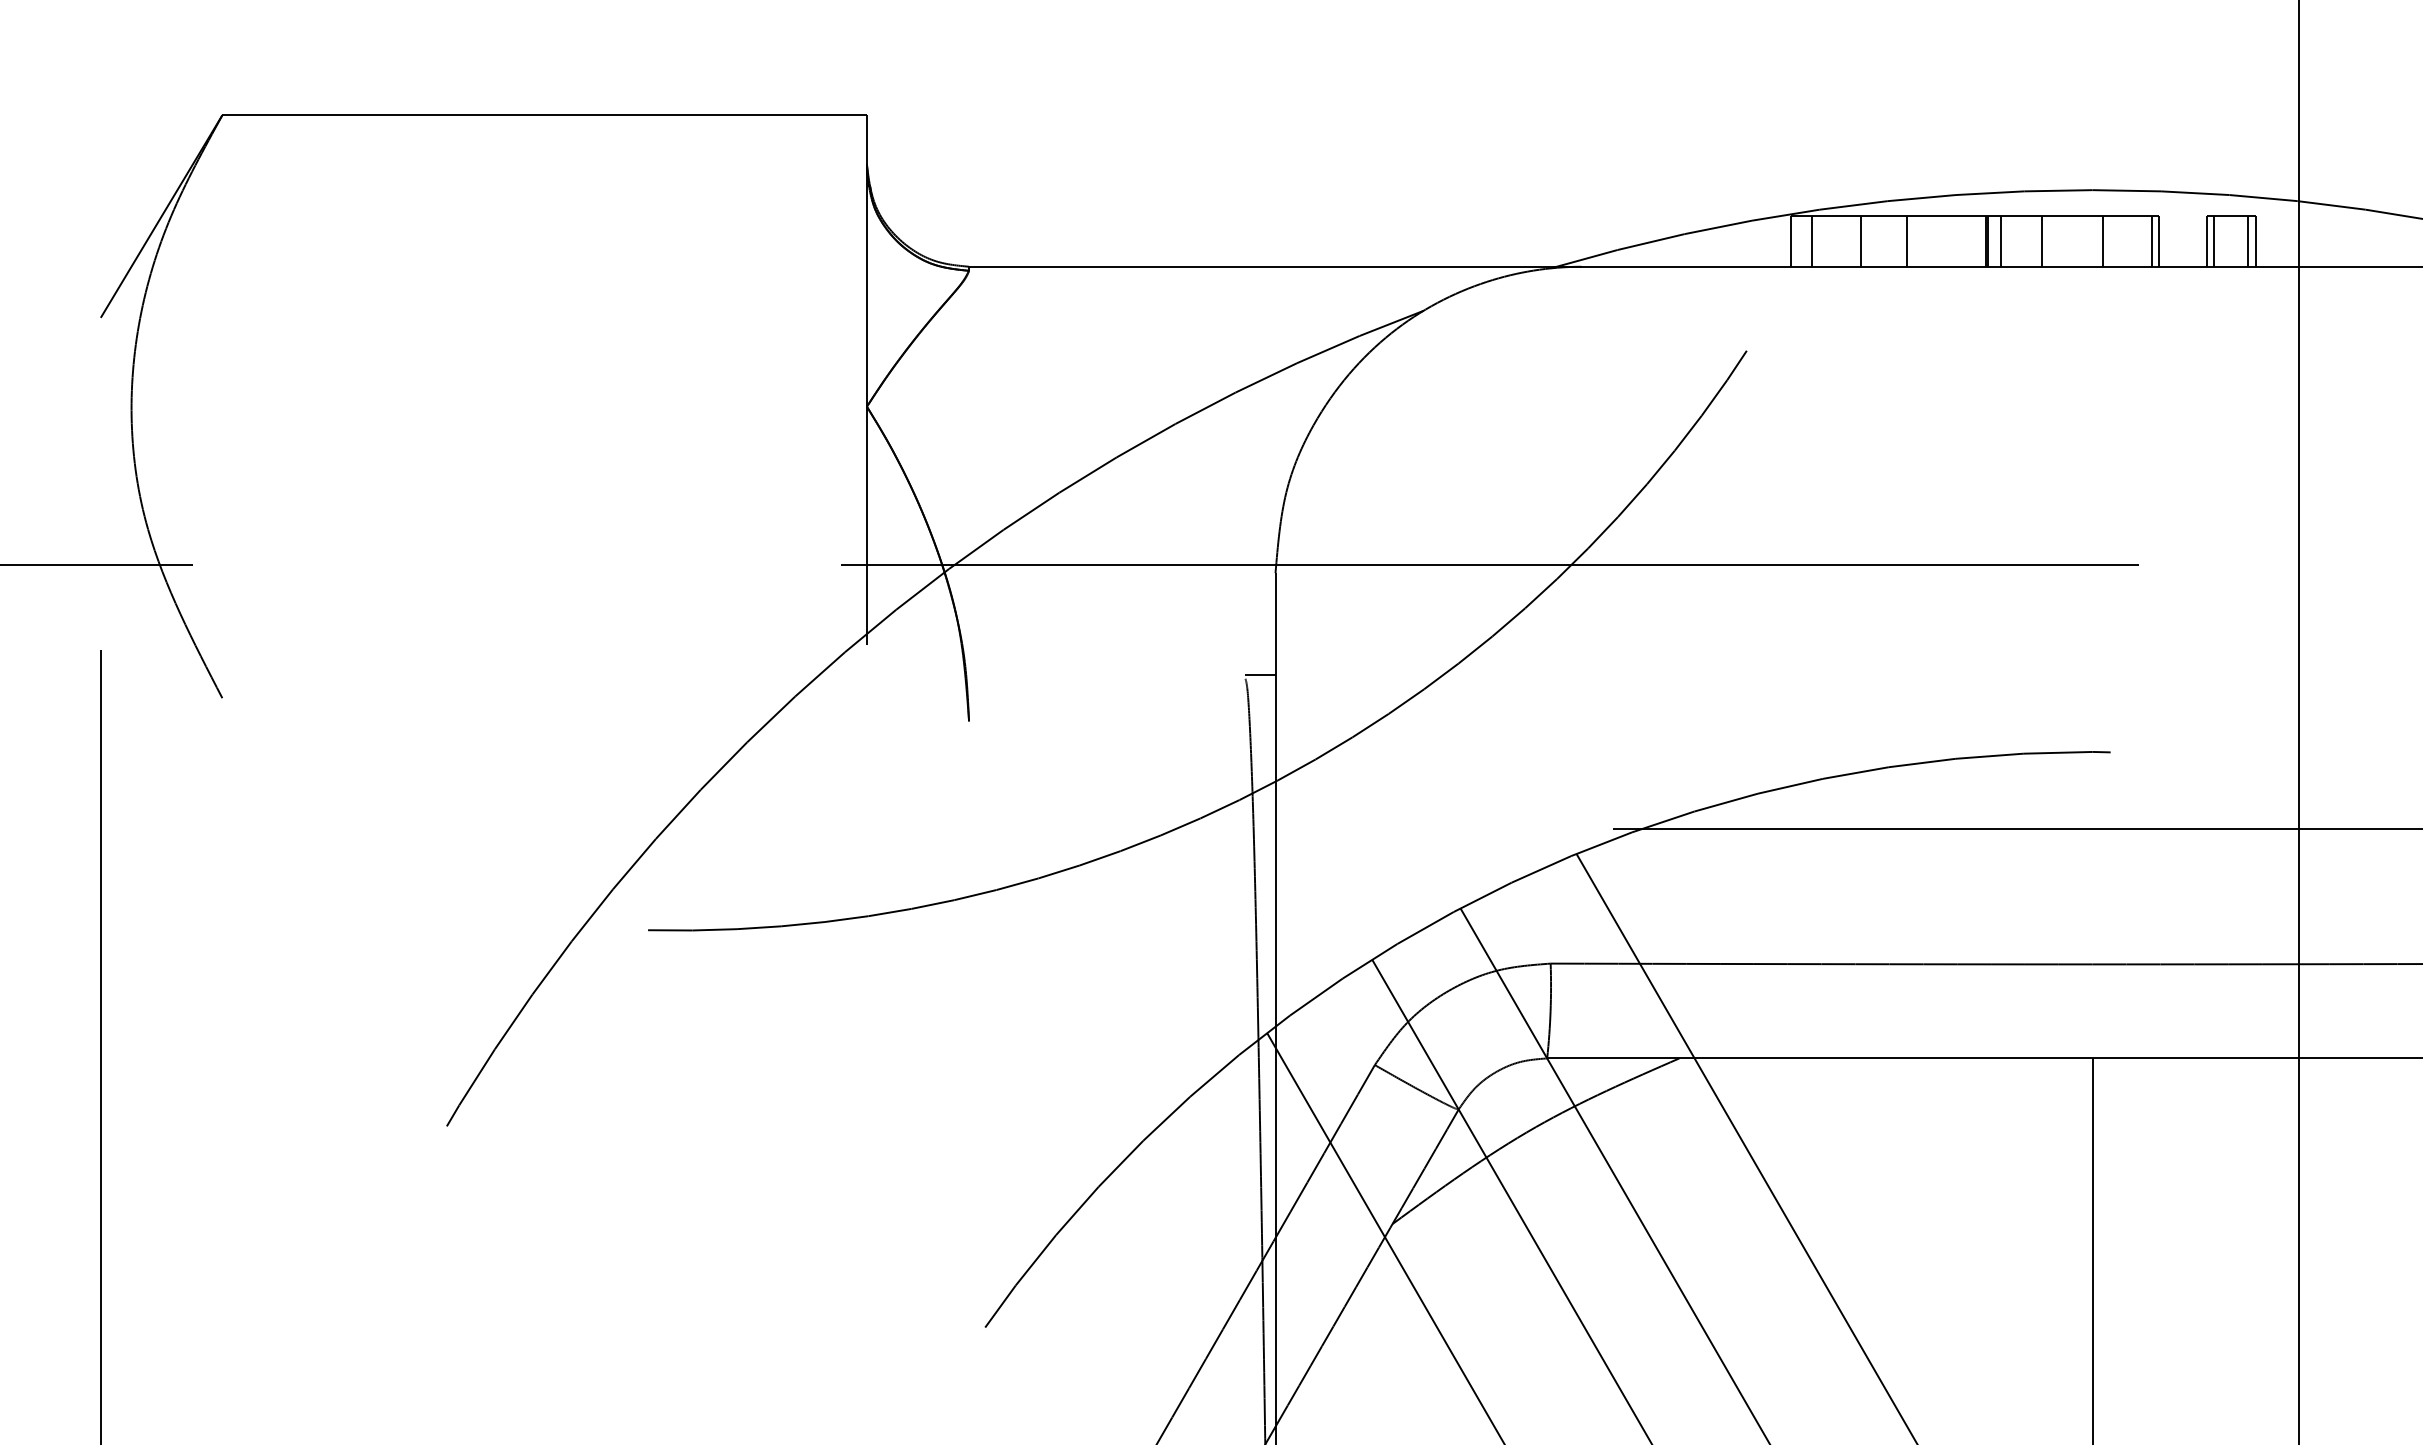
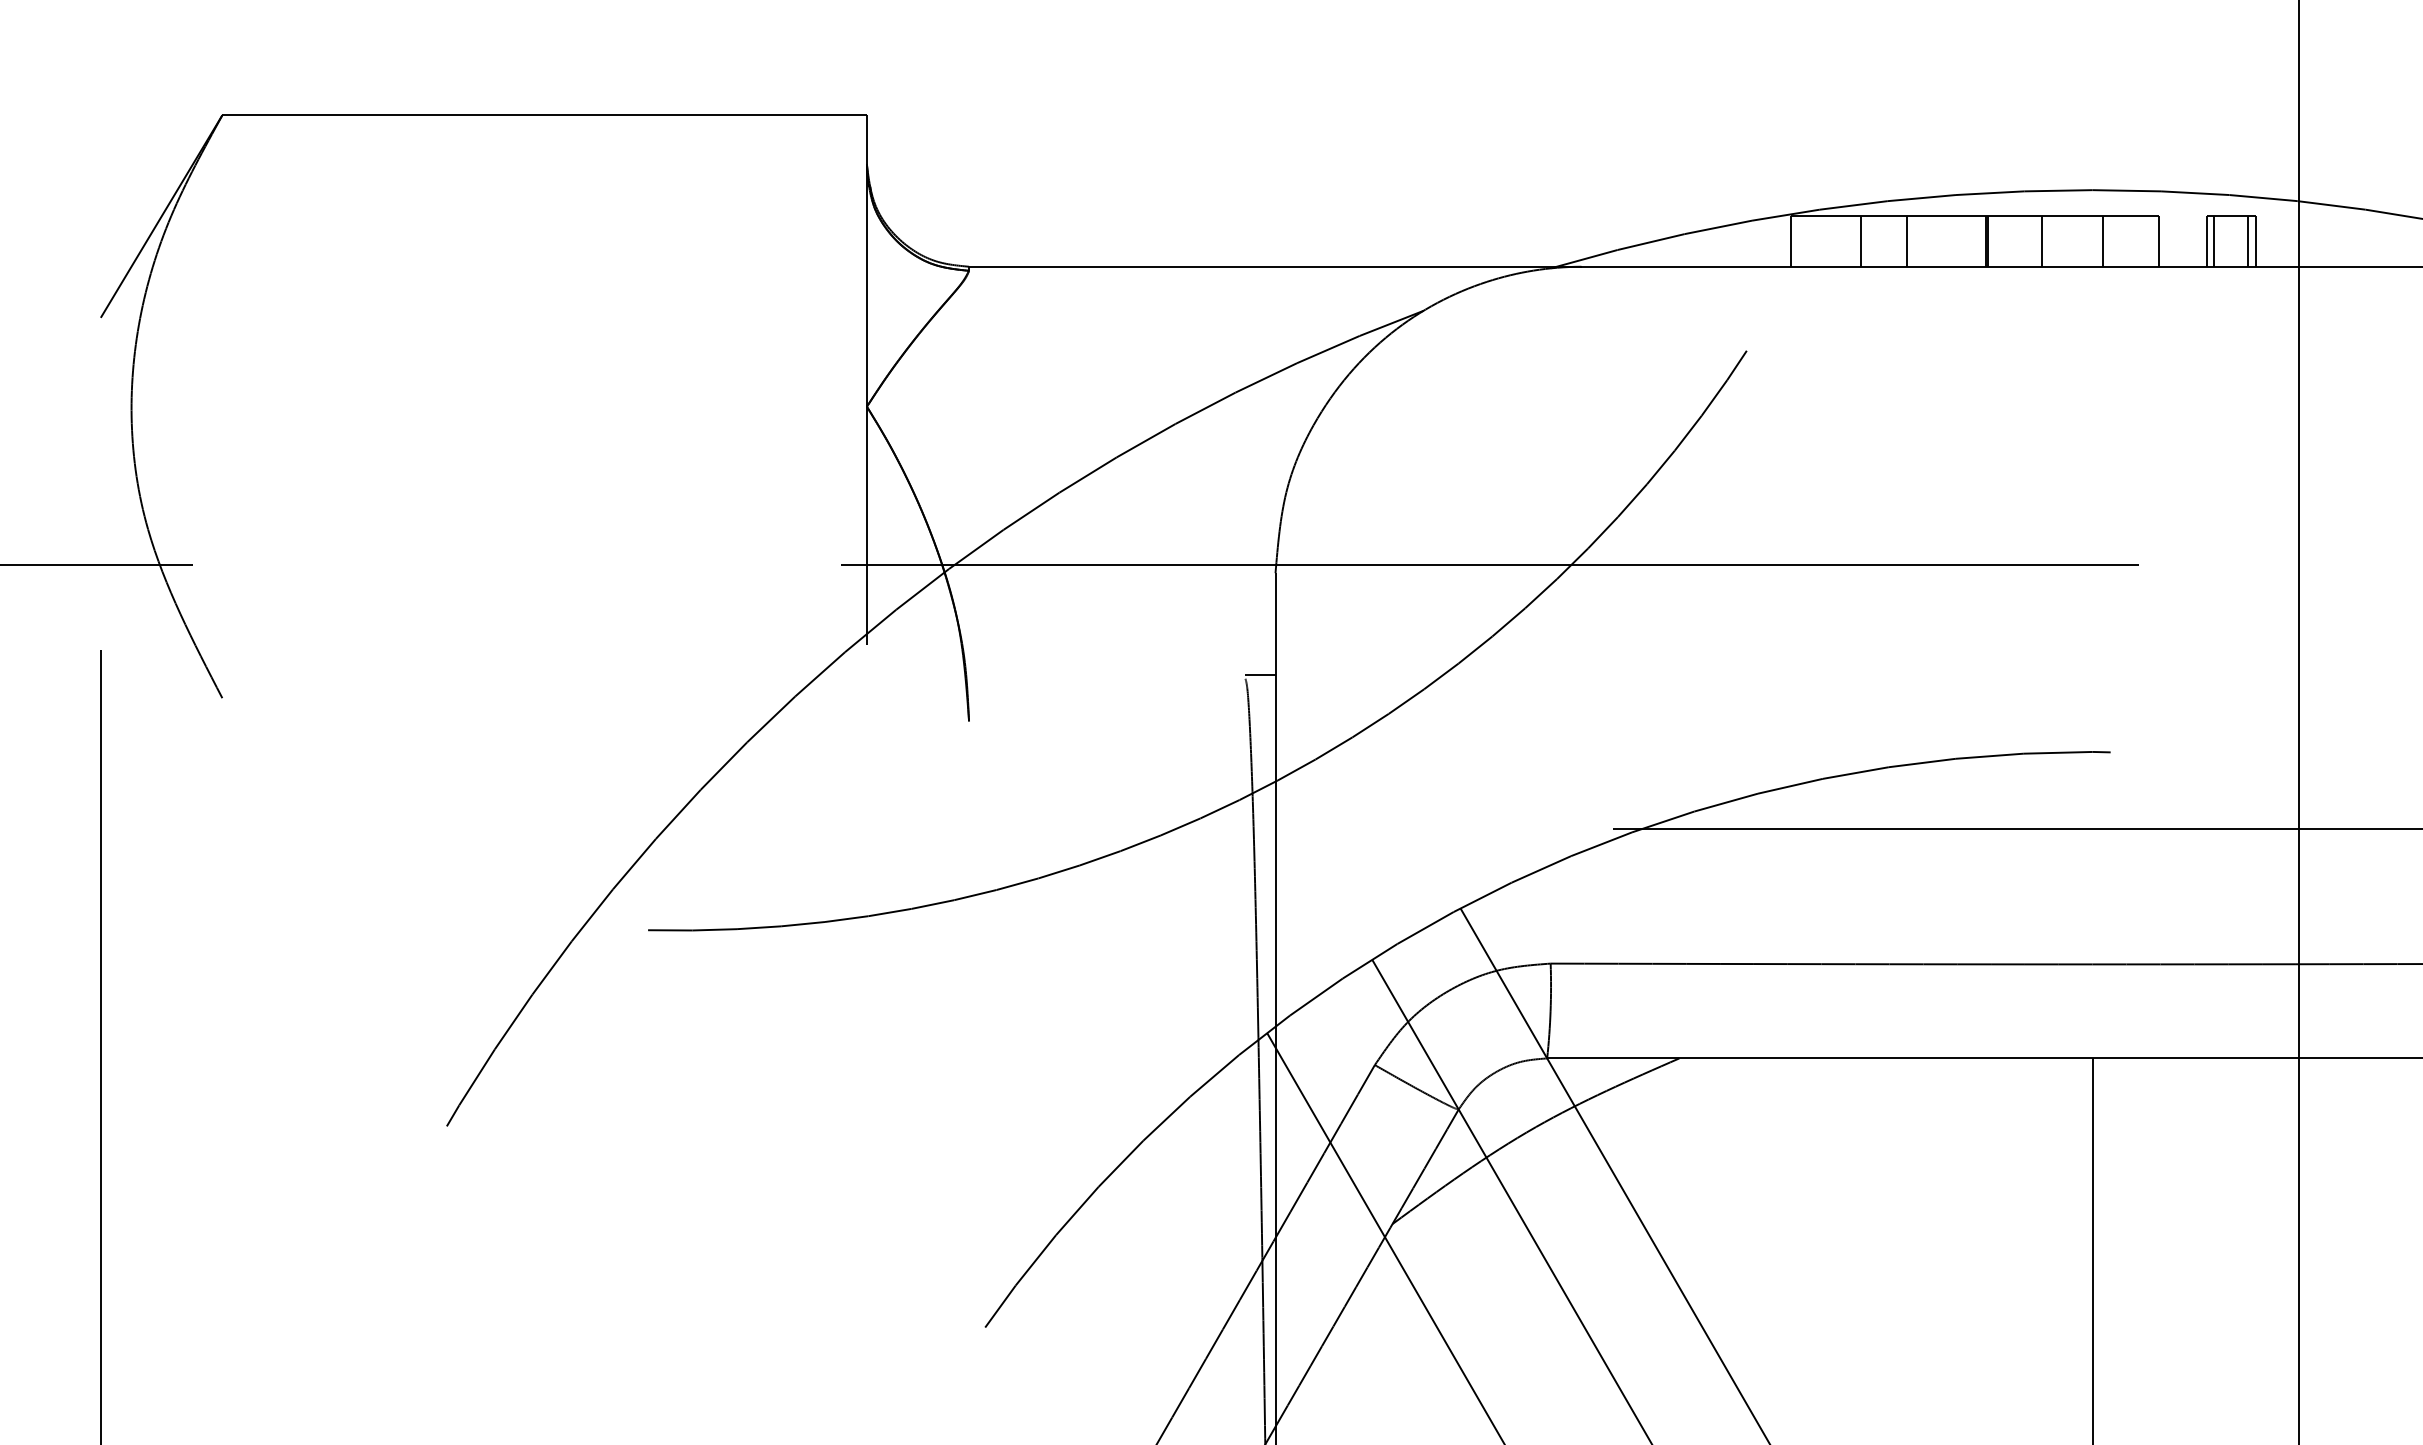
line at (1812, 240): present -> none
line at (2000, 240): present -> none
line at (2151, 240): present -> none
line at (1745, 1147): present -> none
